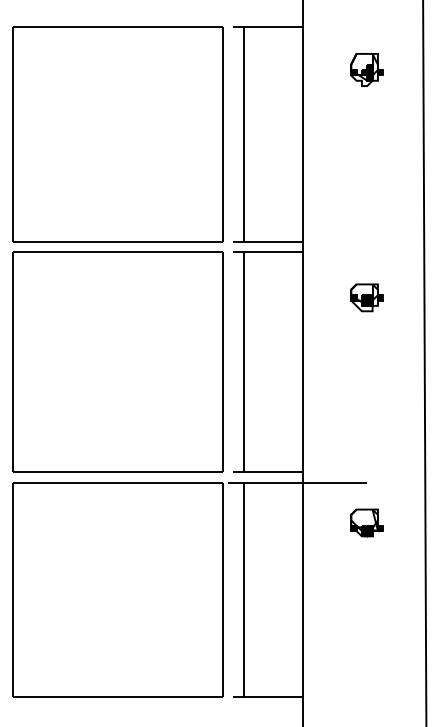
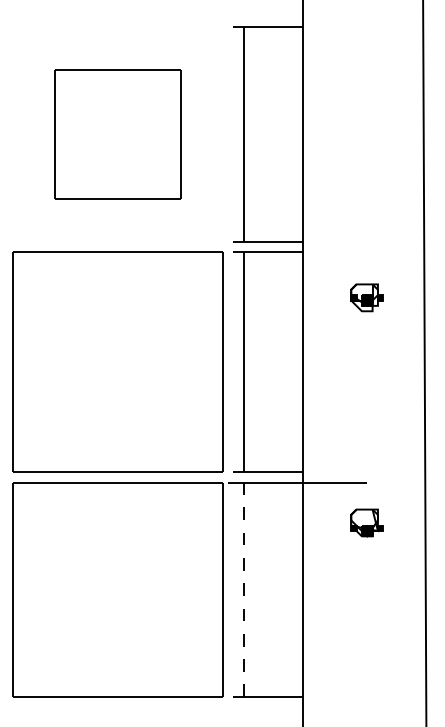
part at (366, 69): present -> none
part at (117, 134) size: 212x217 px -> 128x131 px
line at (243, 589): solid -> dashed
